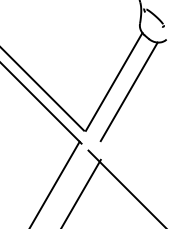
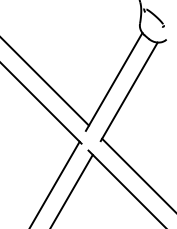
line at (42, 89) position: (42, 89) -> (45, 82)
line at (137, 174): none -> present
line at (81, 192) position: (81, 192) -> (72, 189)
